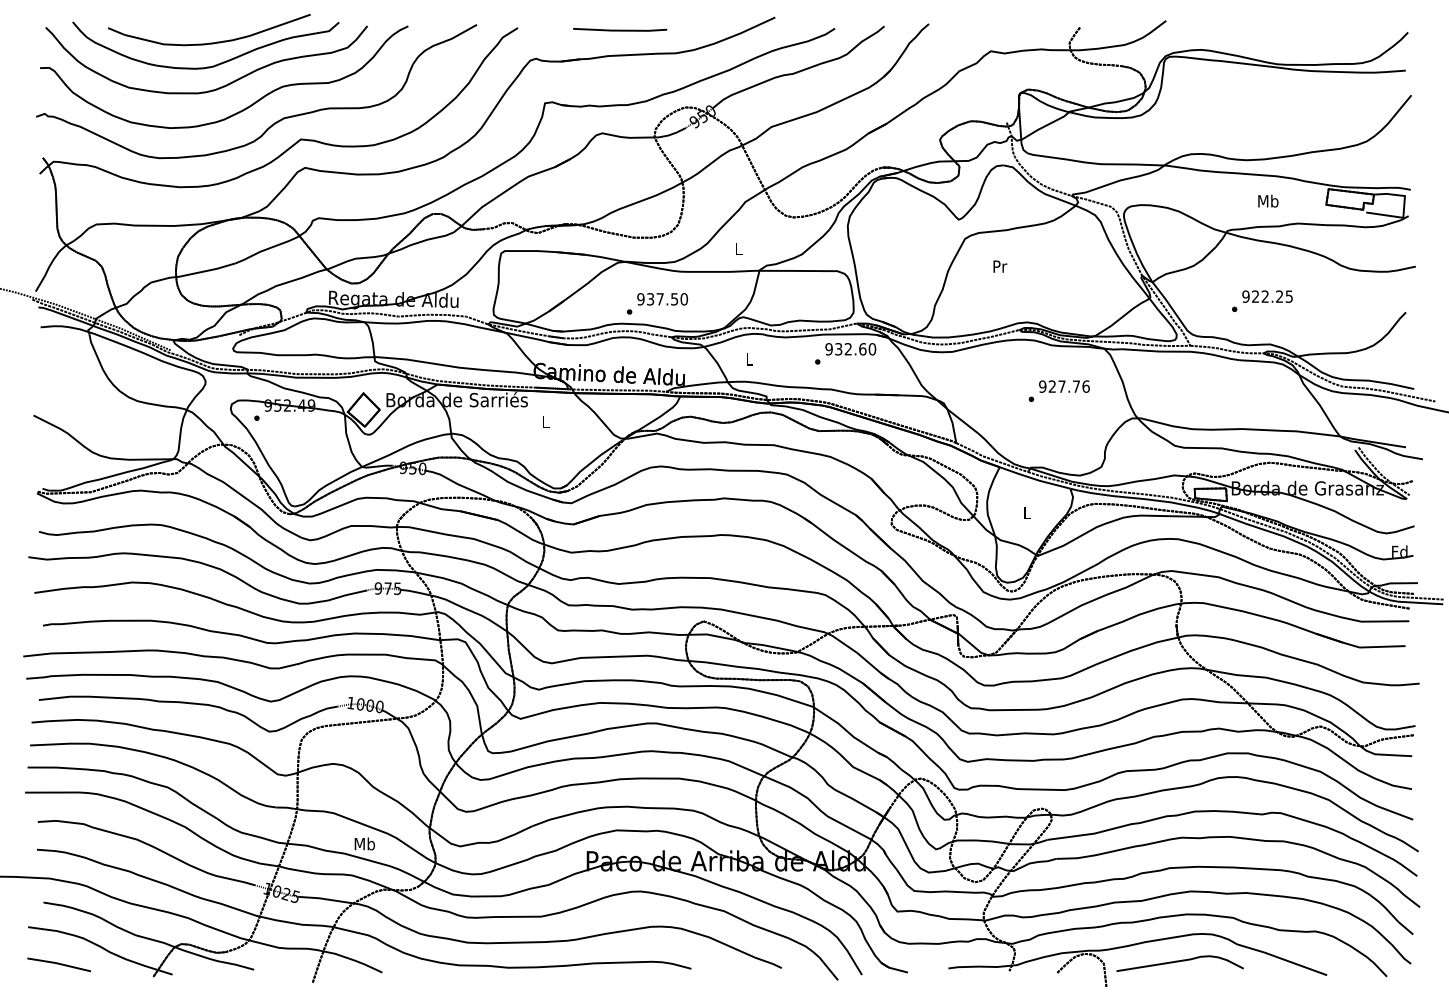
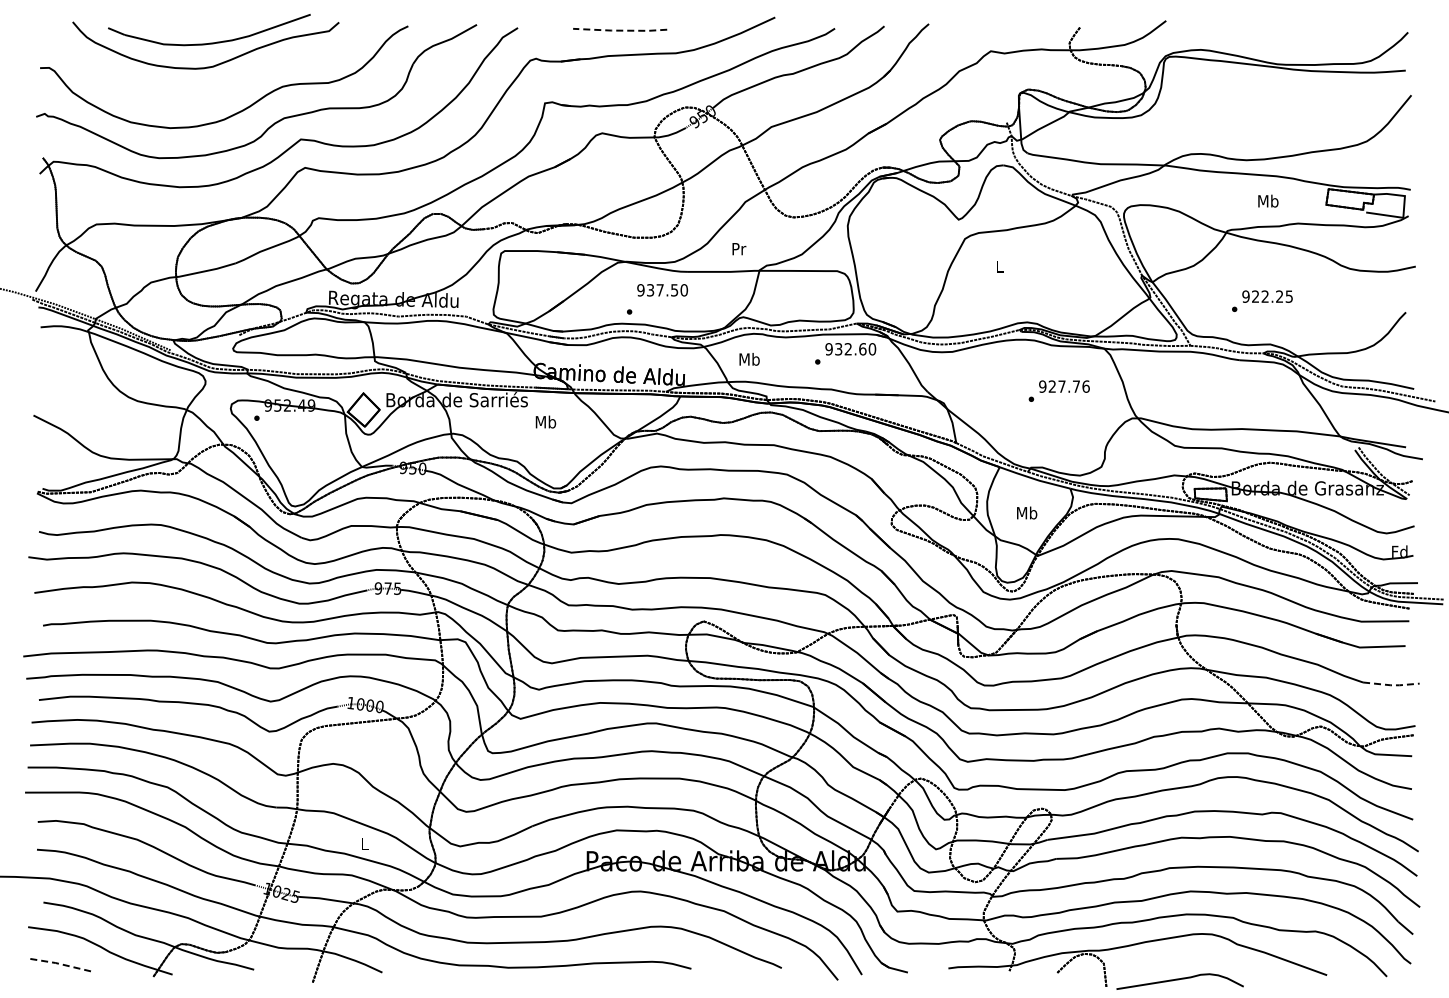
line at (620, 30): solid -> dashed
curve at (218, 87): present -> none
text at (739, 249): L -> Pr
text at (1000, 266): Pr -> L
text at (662, 299) position: (662, 299) -> (662, 290)
text at (749, 359): L -> Mb
text at (545, 421): L -> Mb
text at (1027, 512): L -> Mb
line at (1391, 685): solid -> dashed
text at (364, 843): Mb -> L
curve at (1179, 962) position: (1179, 962) -> (1179, 980)
line at (58, 963): solid -> dashed
